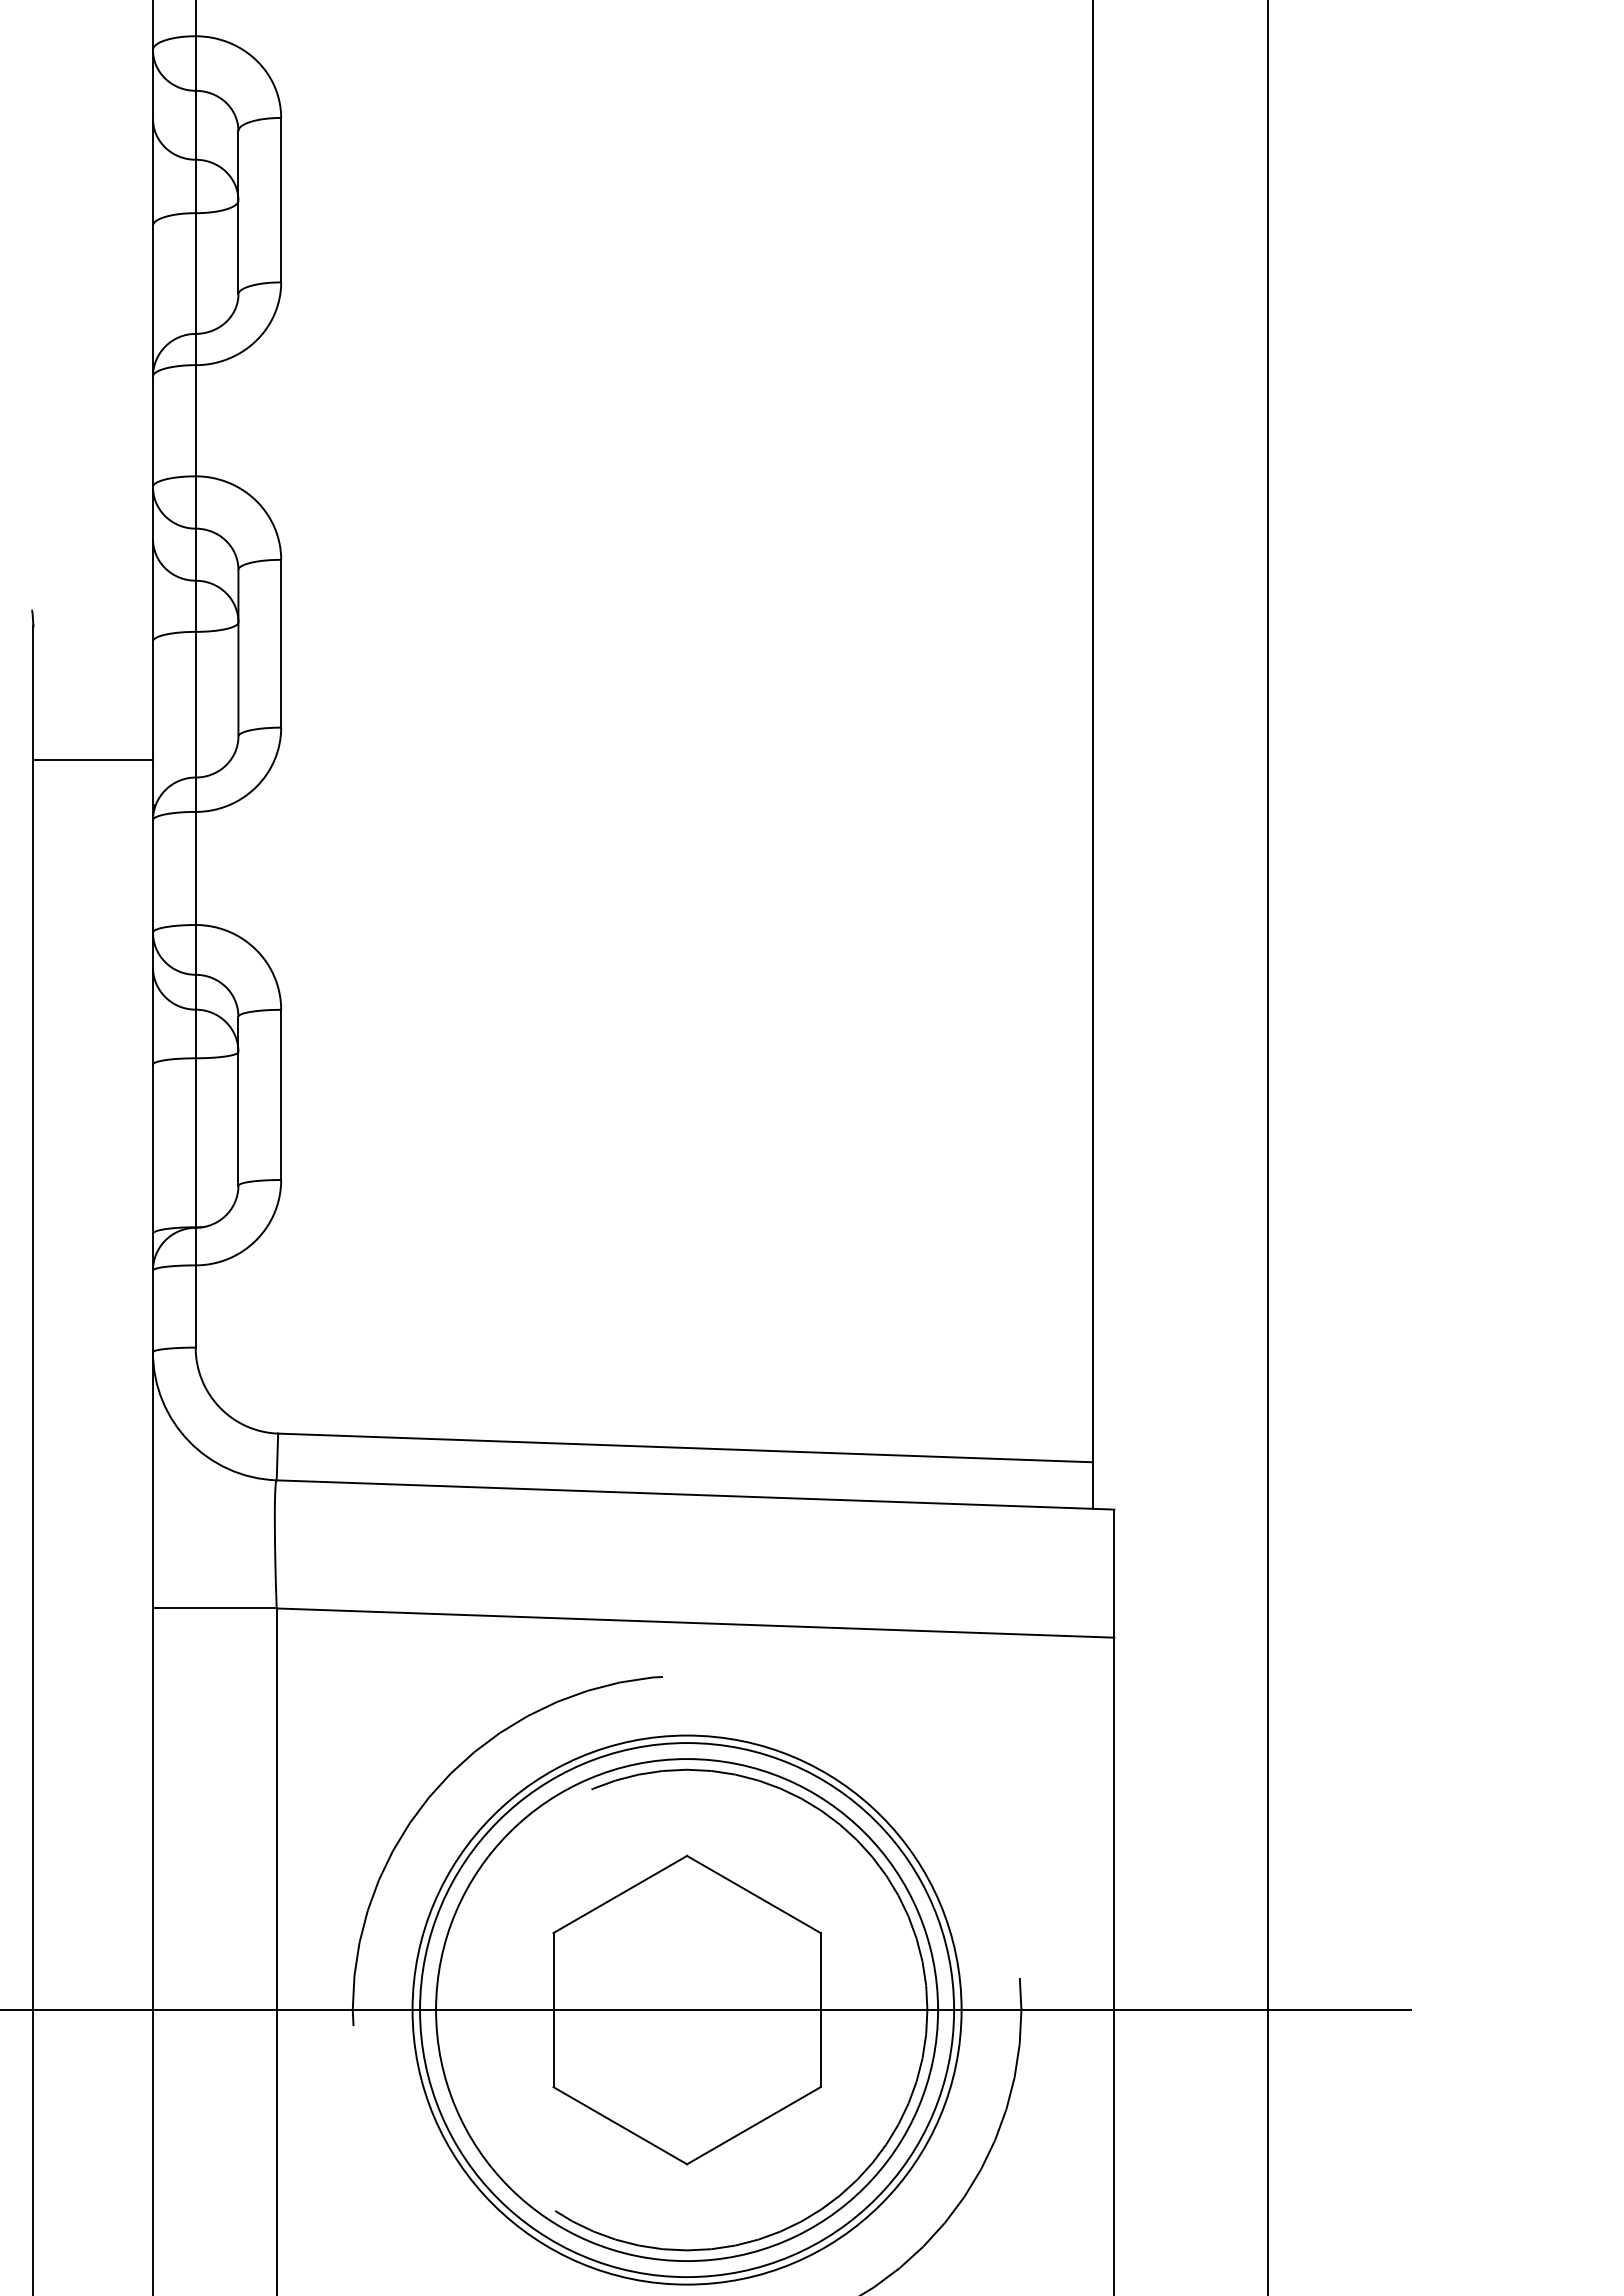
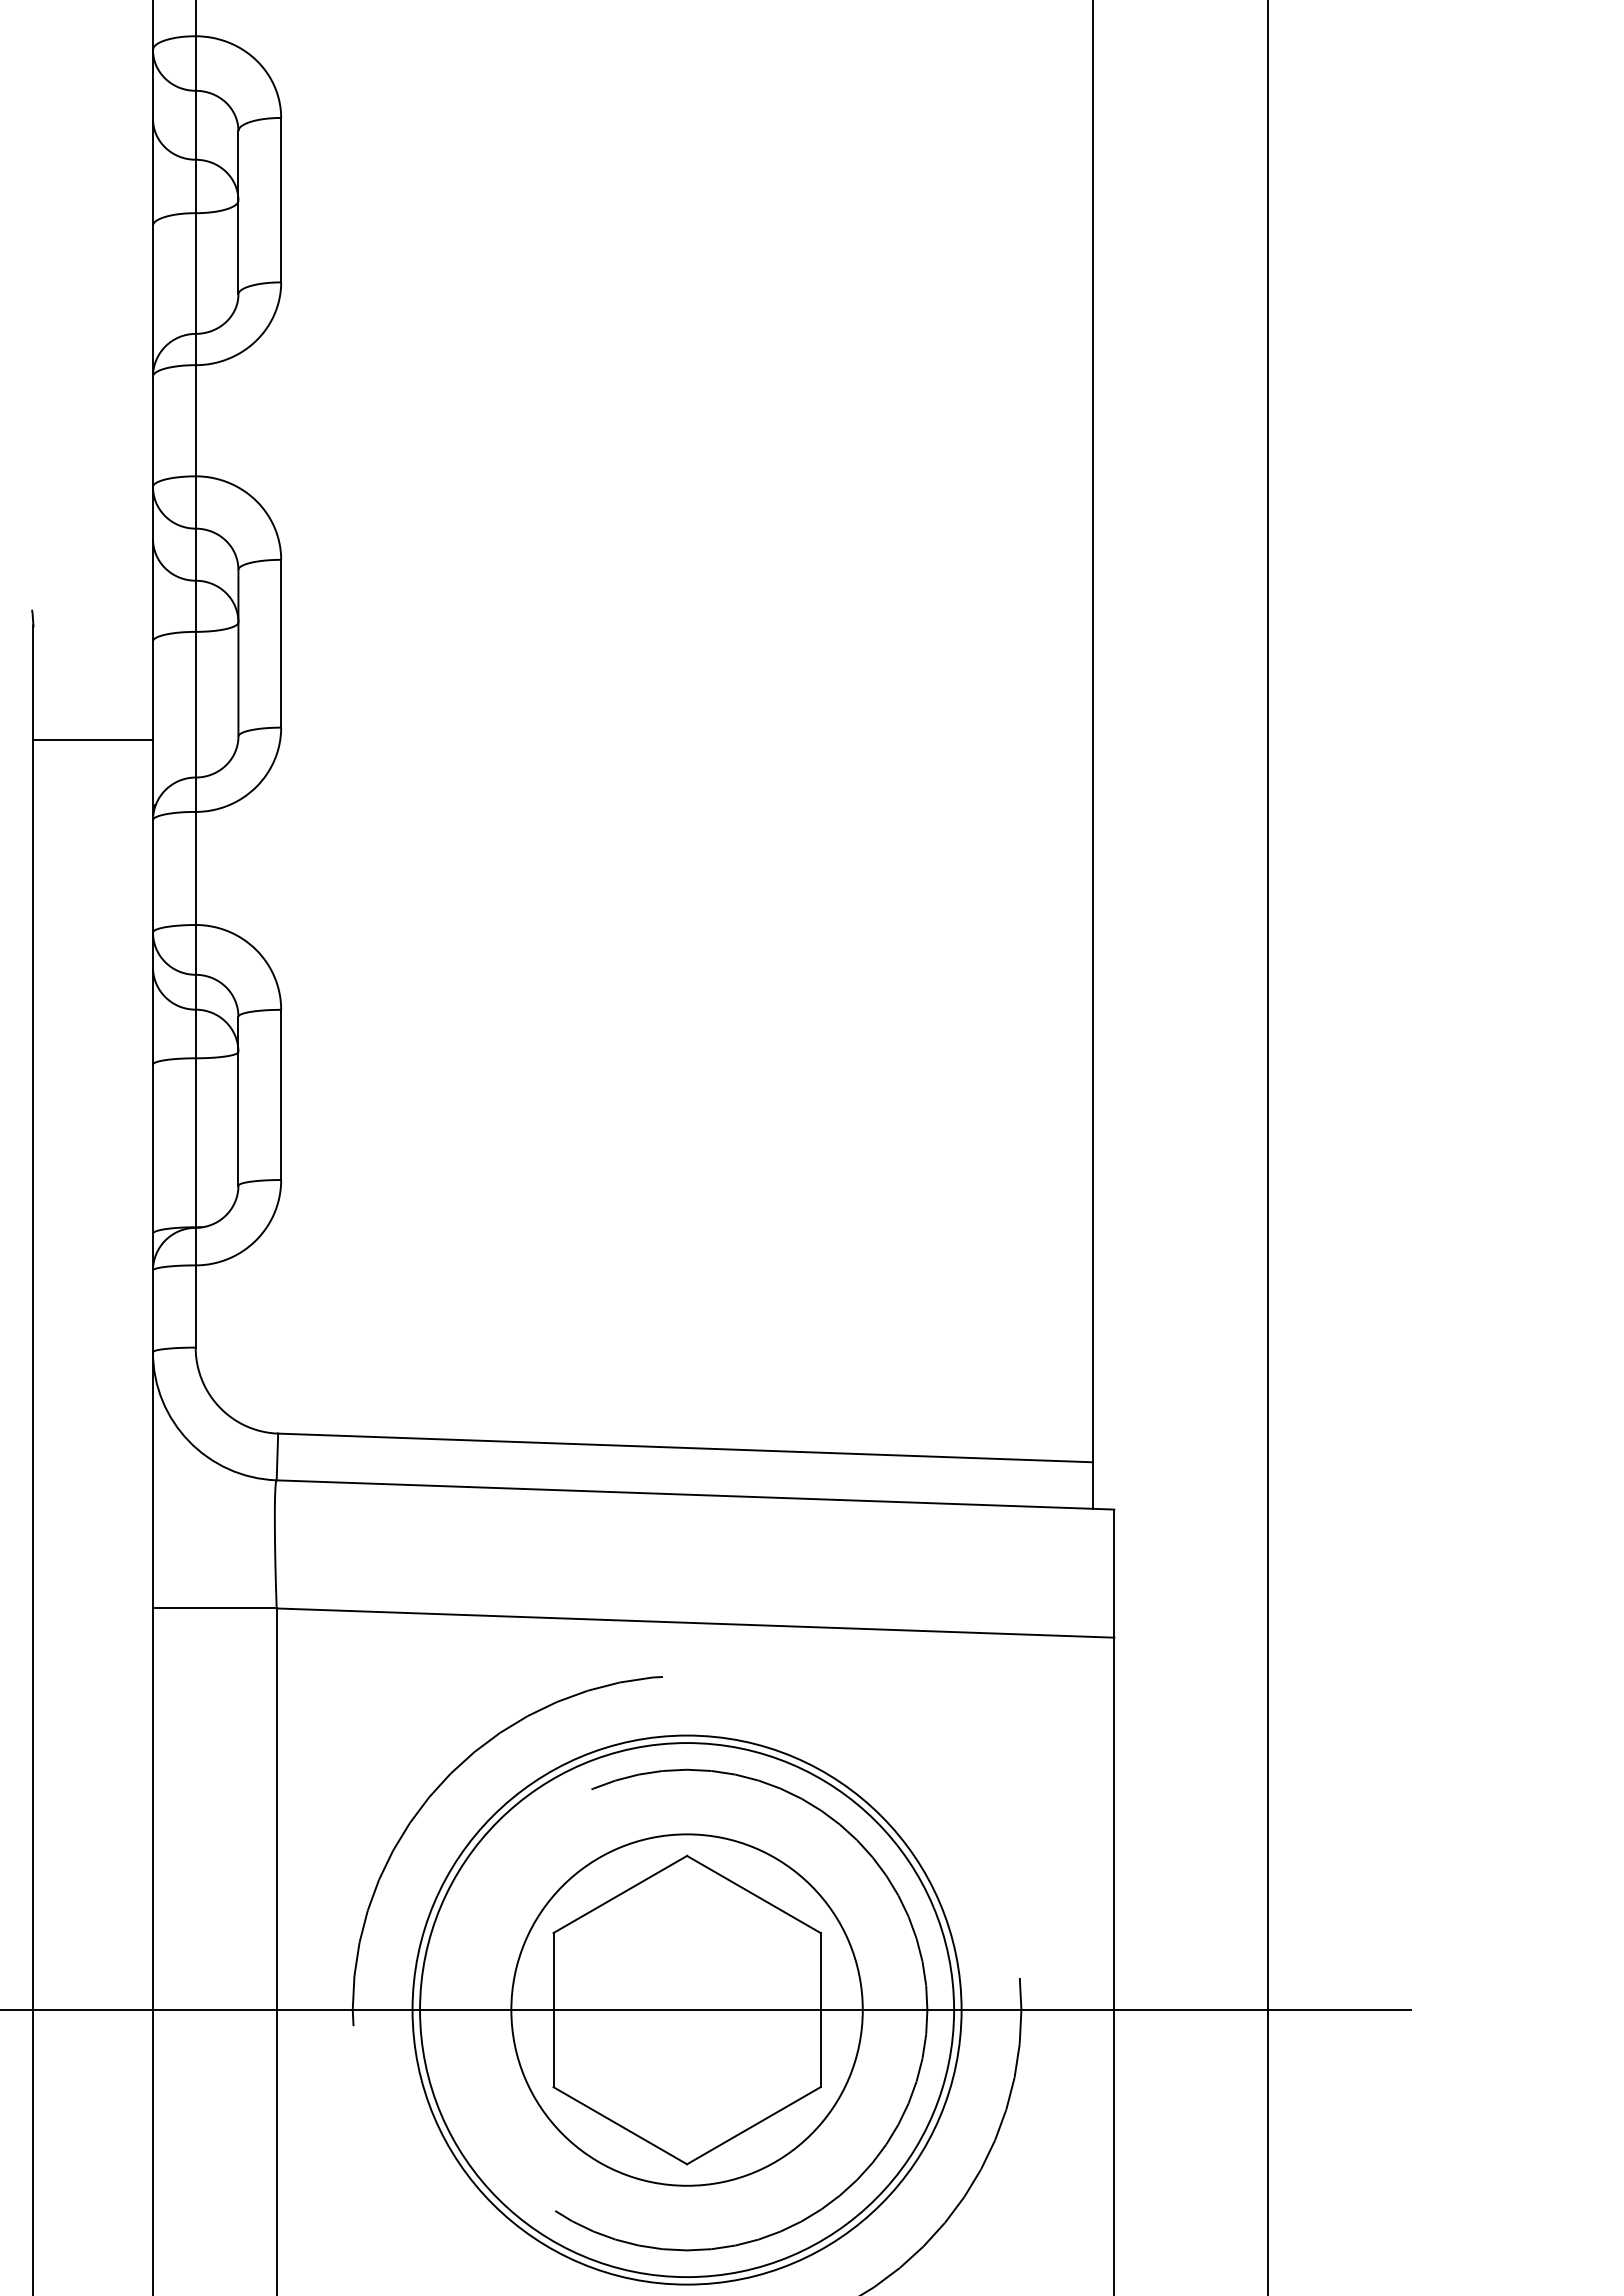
line at (92, 760) position: (92, 760) -> (92, 740)
circle at (687, 2010) diameter: 502 px -> 351 px
